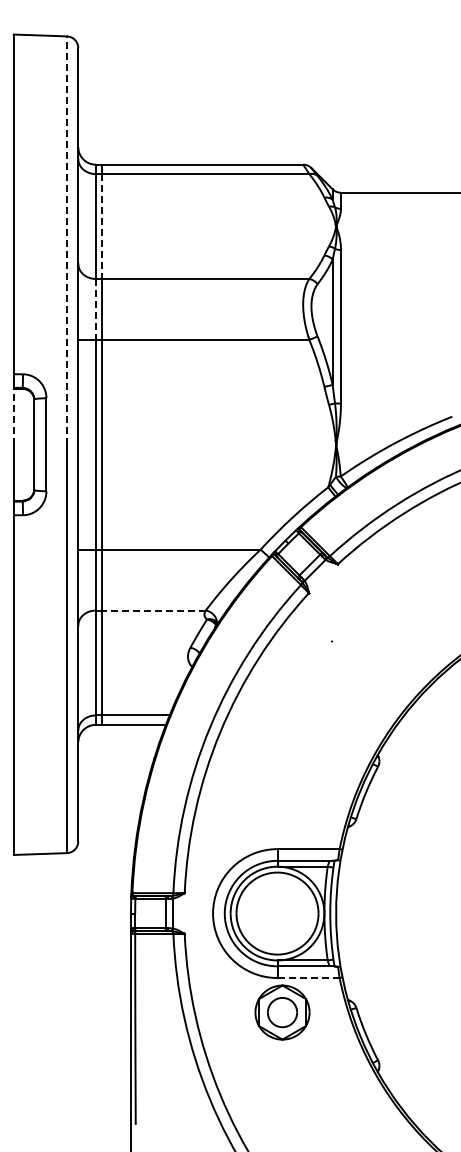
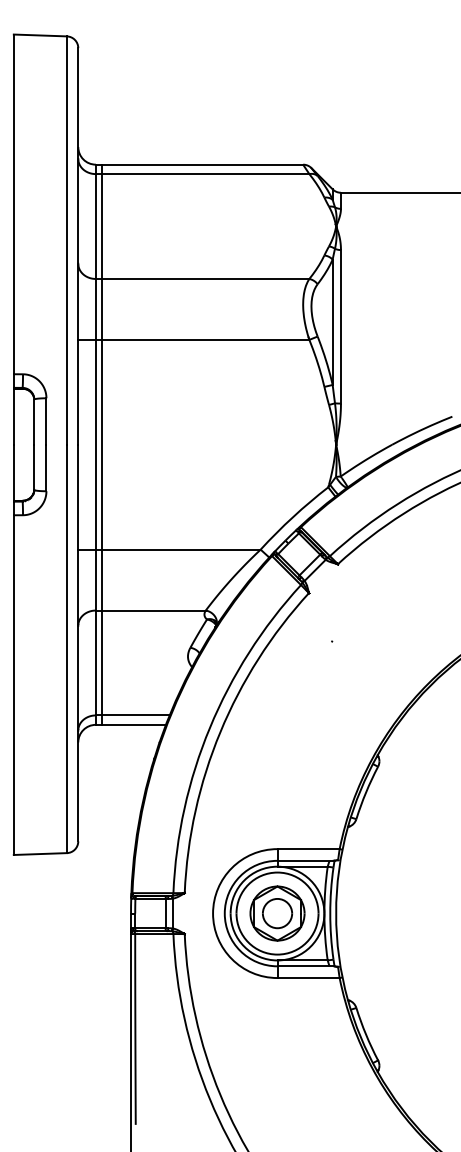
line at (101, 227): dashed -> solid
line at (66, 240): dashed -> solid
line at (95, 309): dashed -> solid
line at (13, 416): dashed -> solid
line at (153, 610): dashed -> solid
line at (308, 978): dashed -> solid
part at (282, 1012) position: (282, 1012) -> (277, 913)
